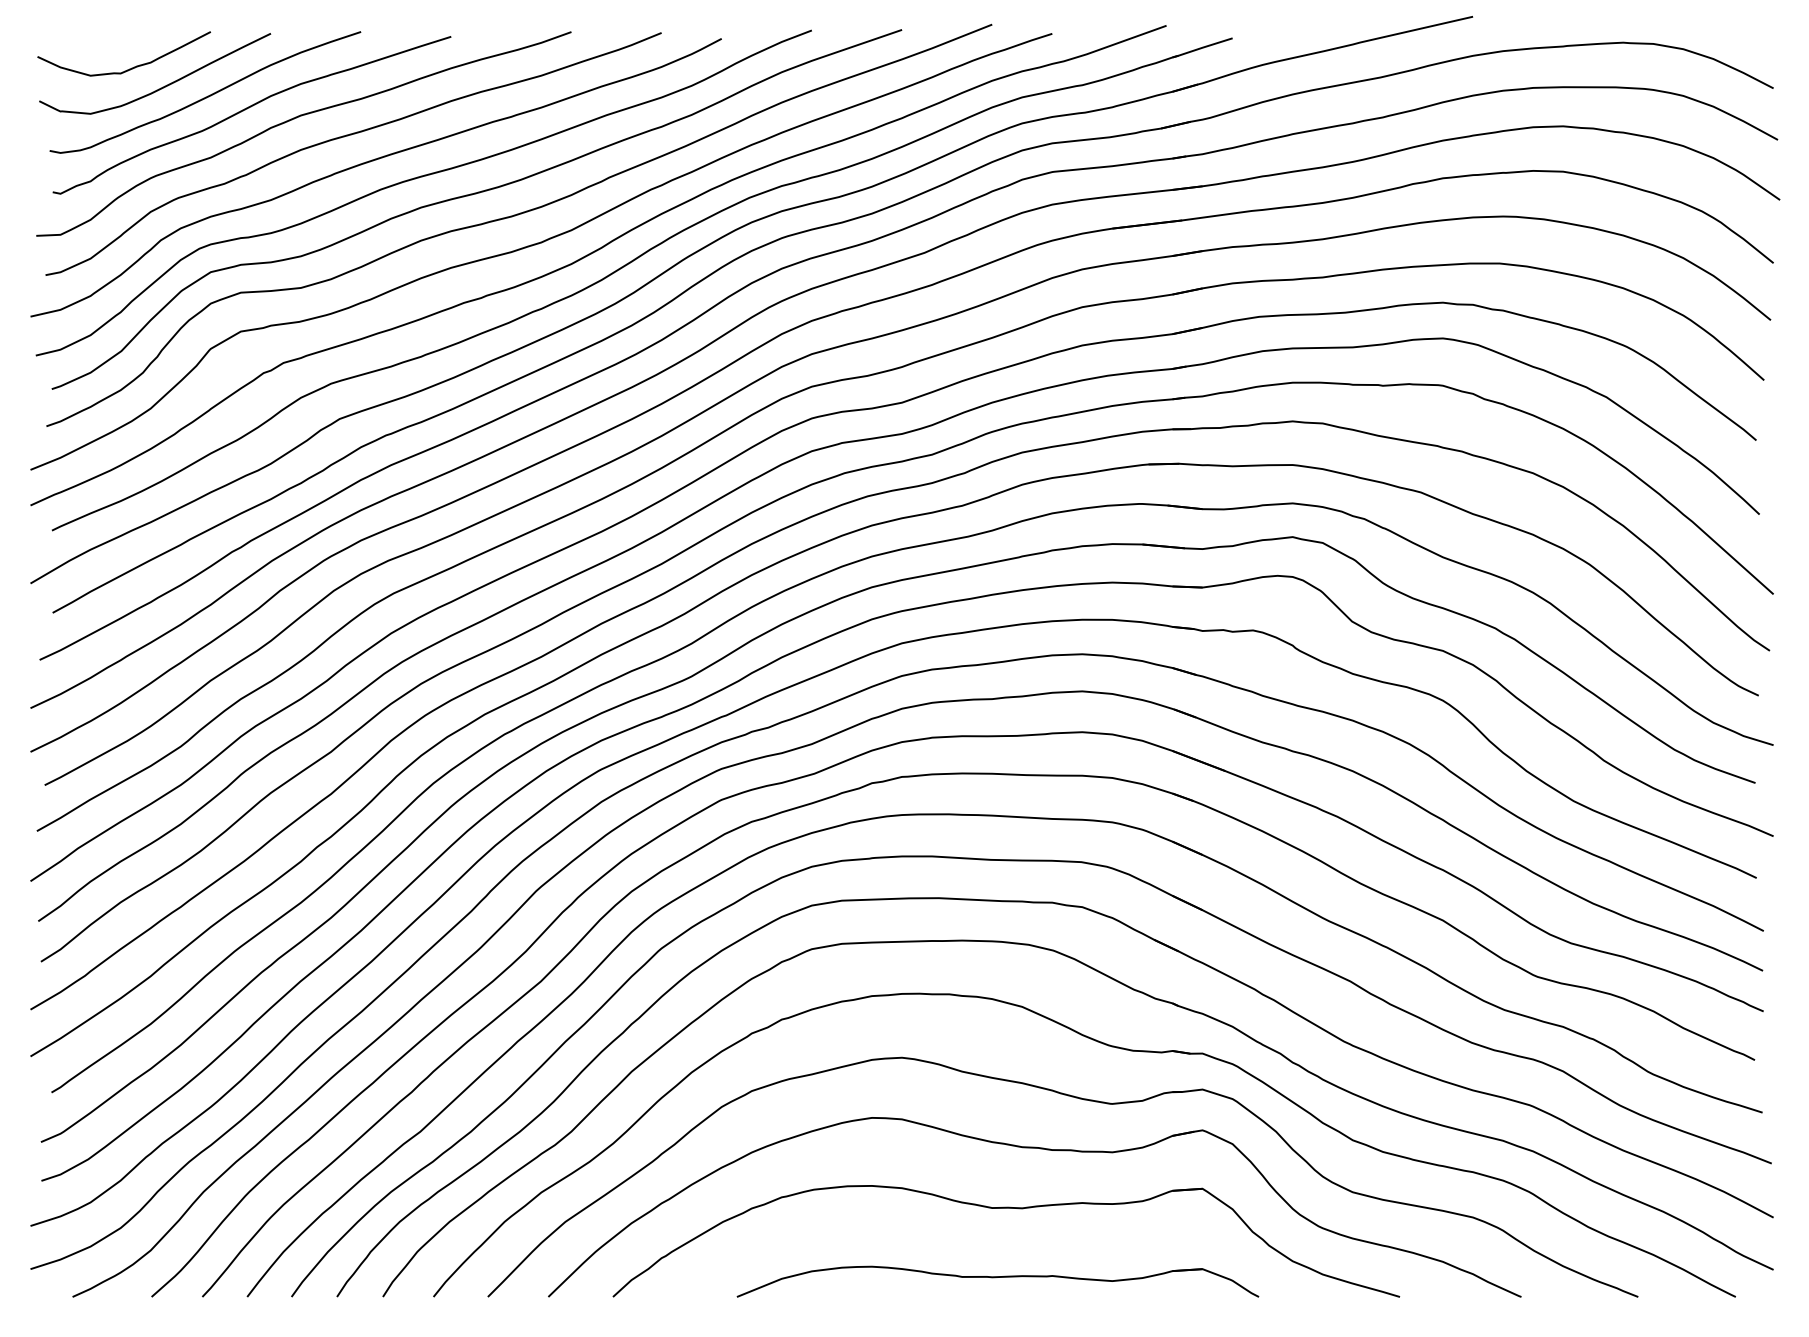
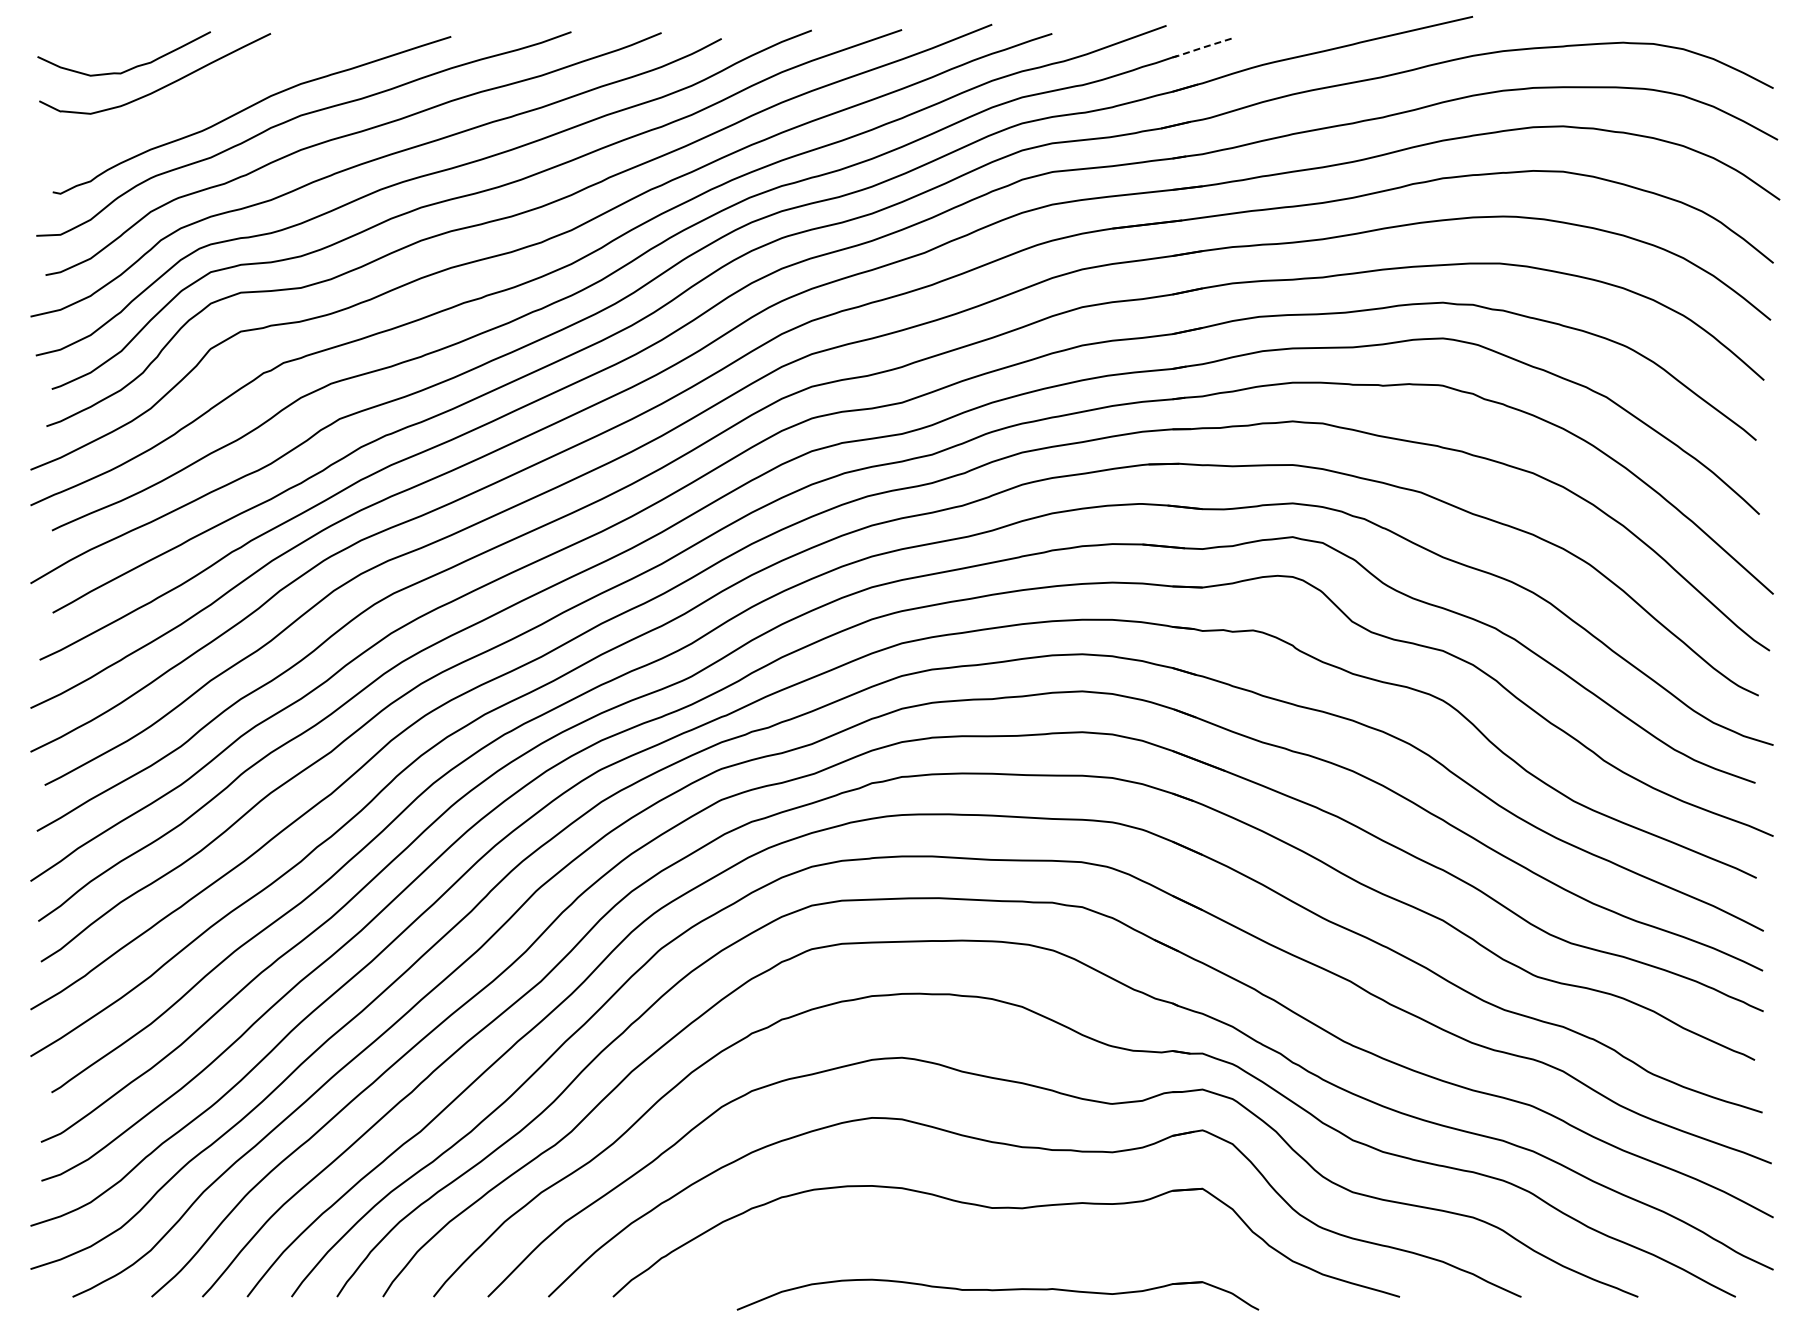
line at (1202, 47): solid -> dashed
curve at (205, 96): present -> none
part at (997, 1281) position: (997, 1281) -> (997, 1294)
